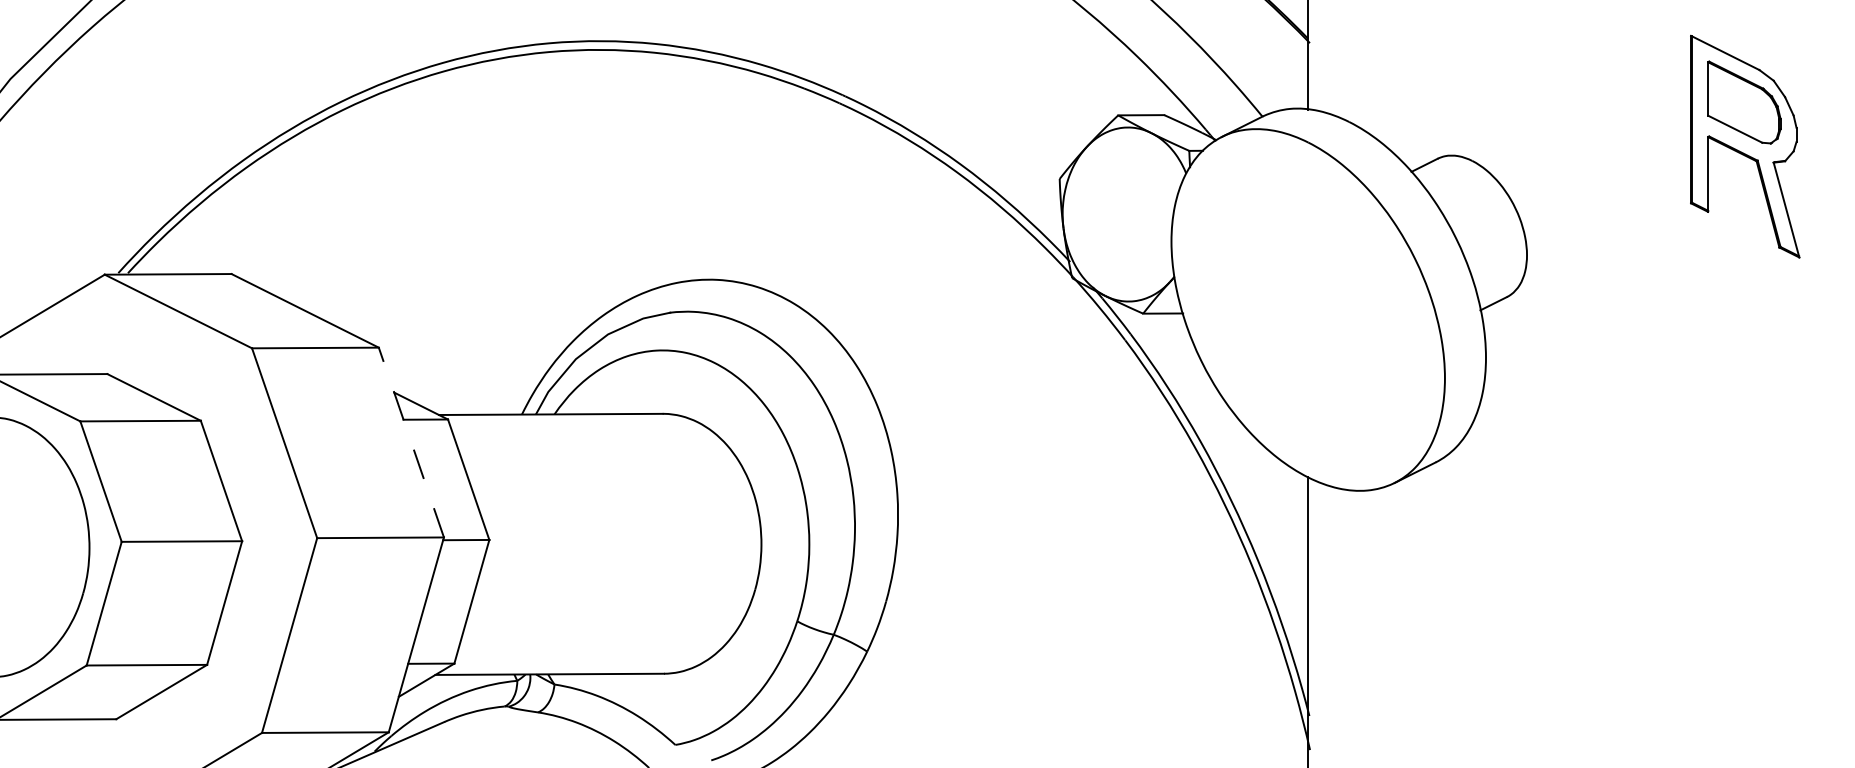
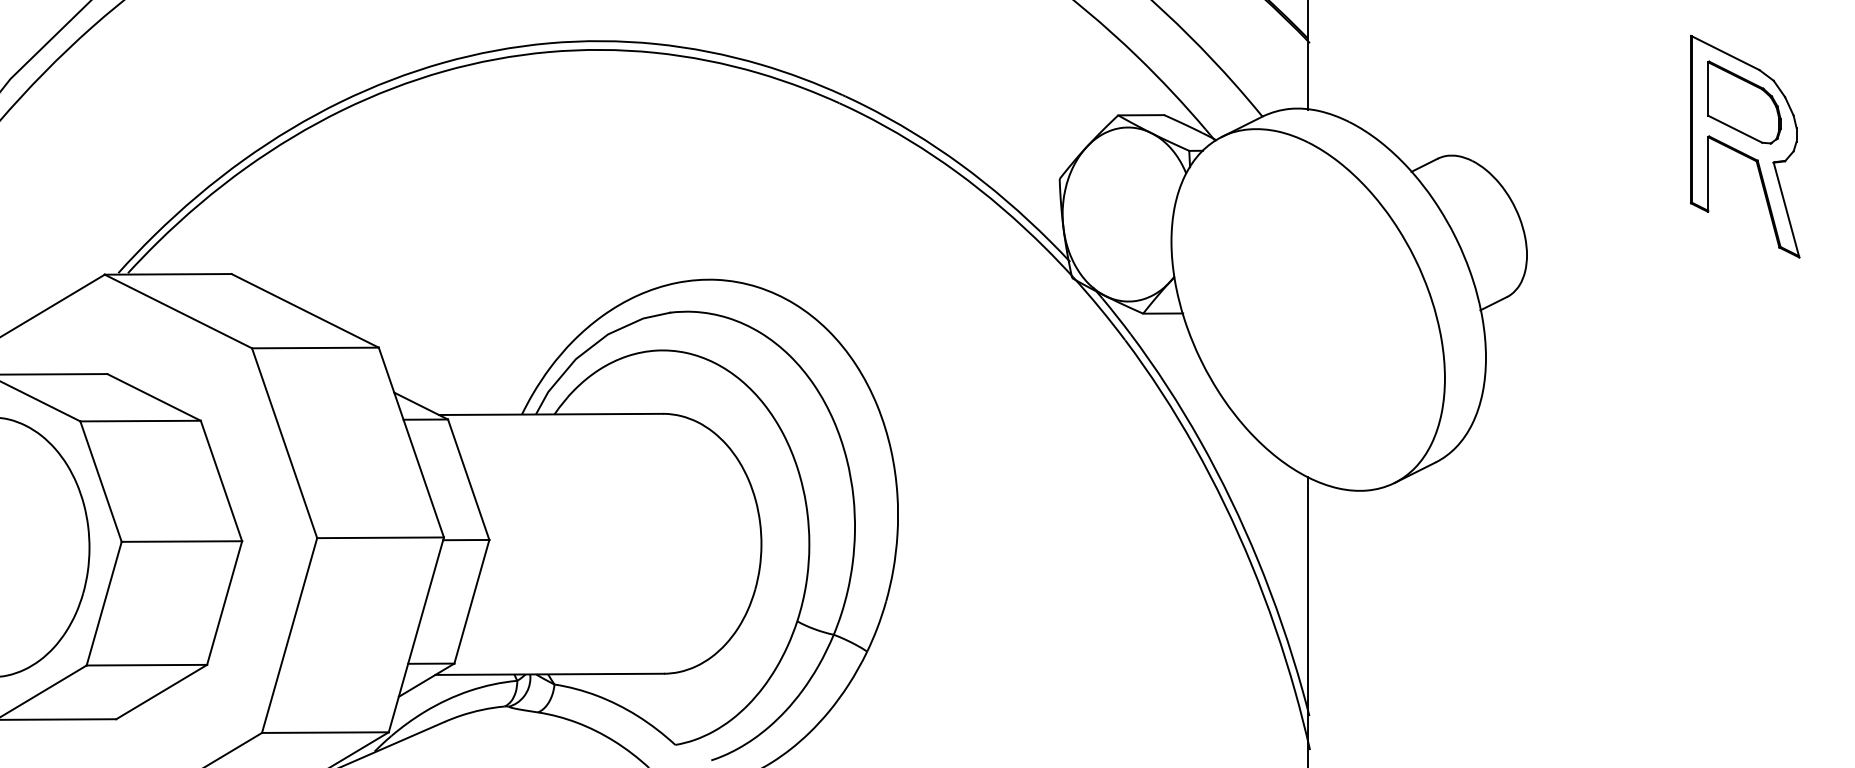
line at (411, 442): dashed -> solid
